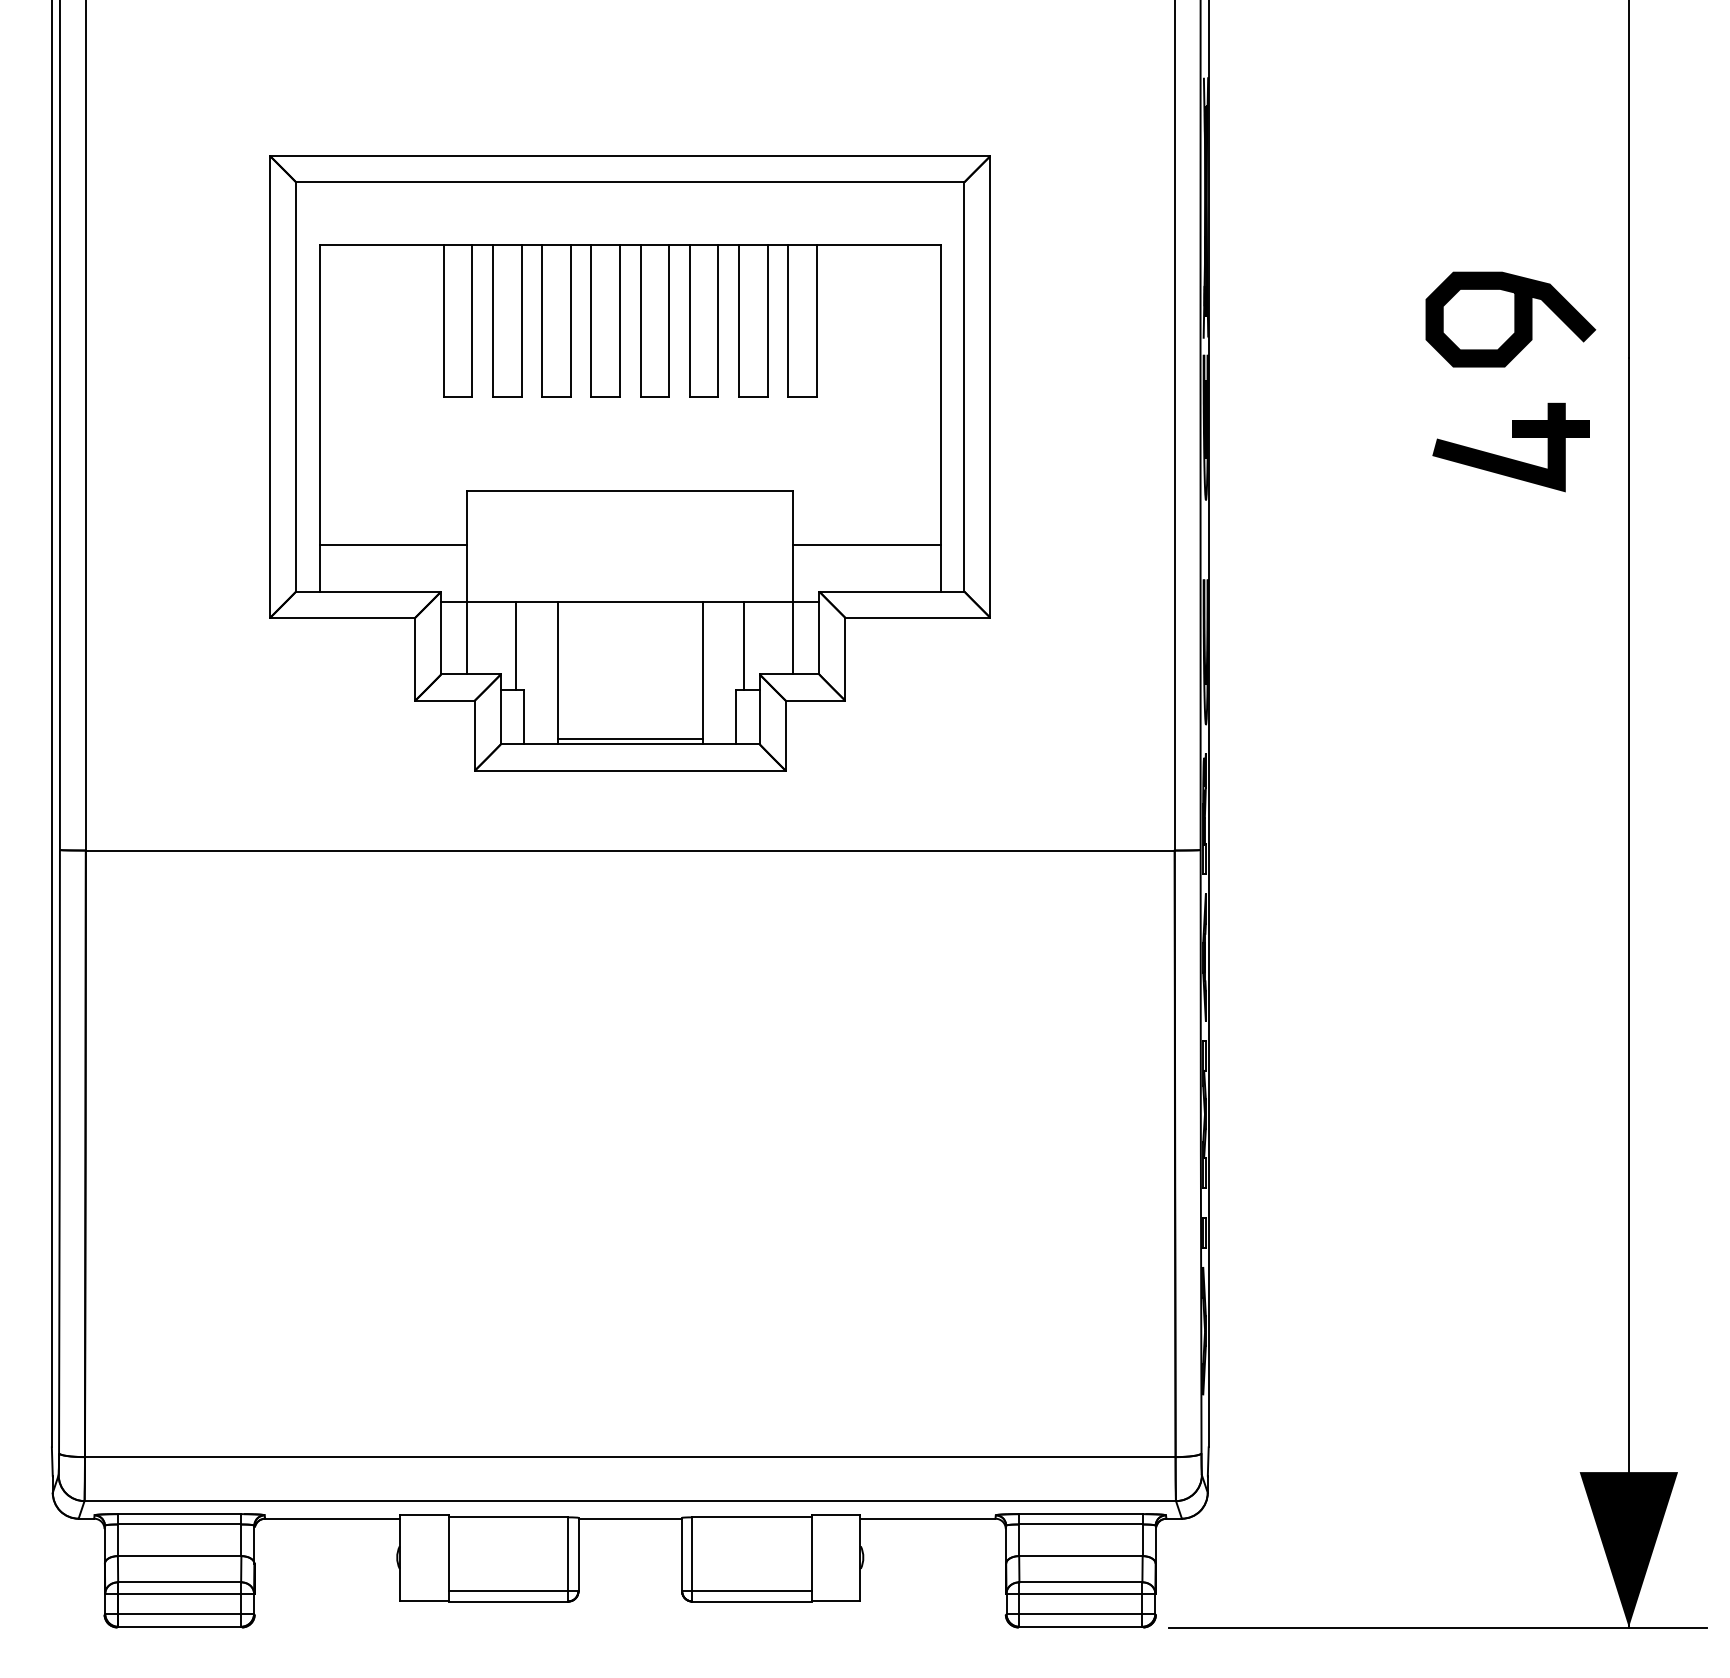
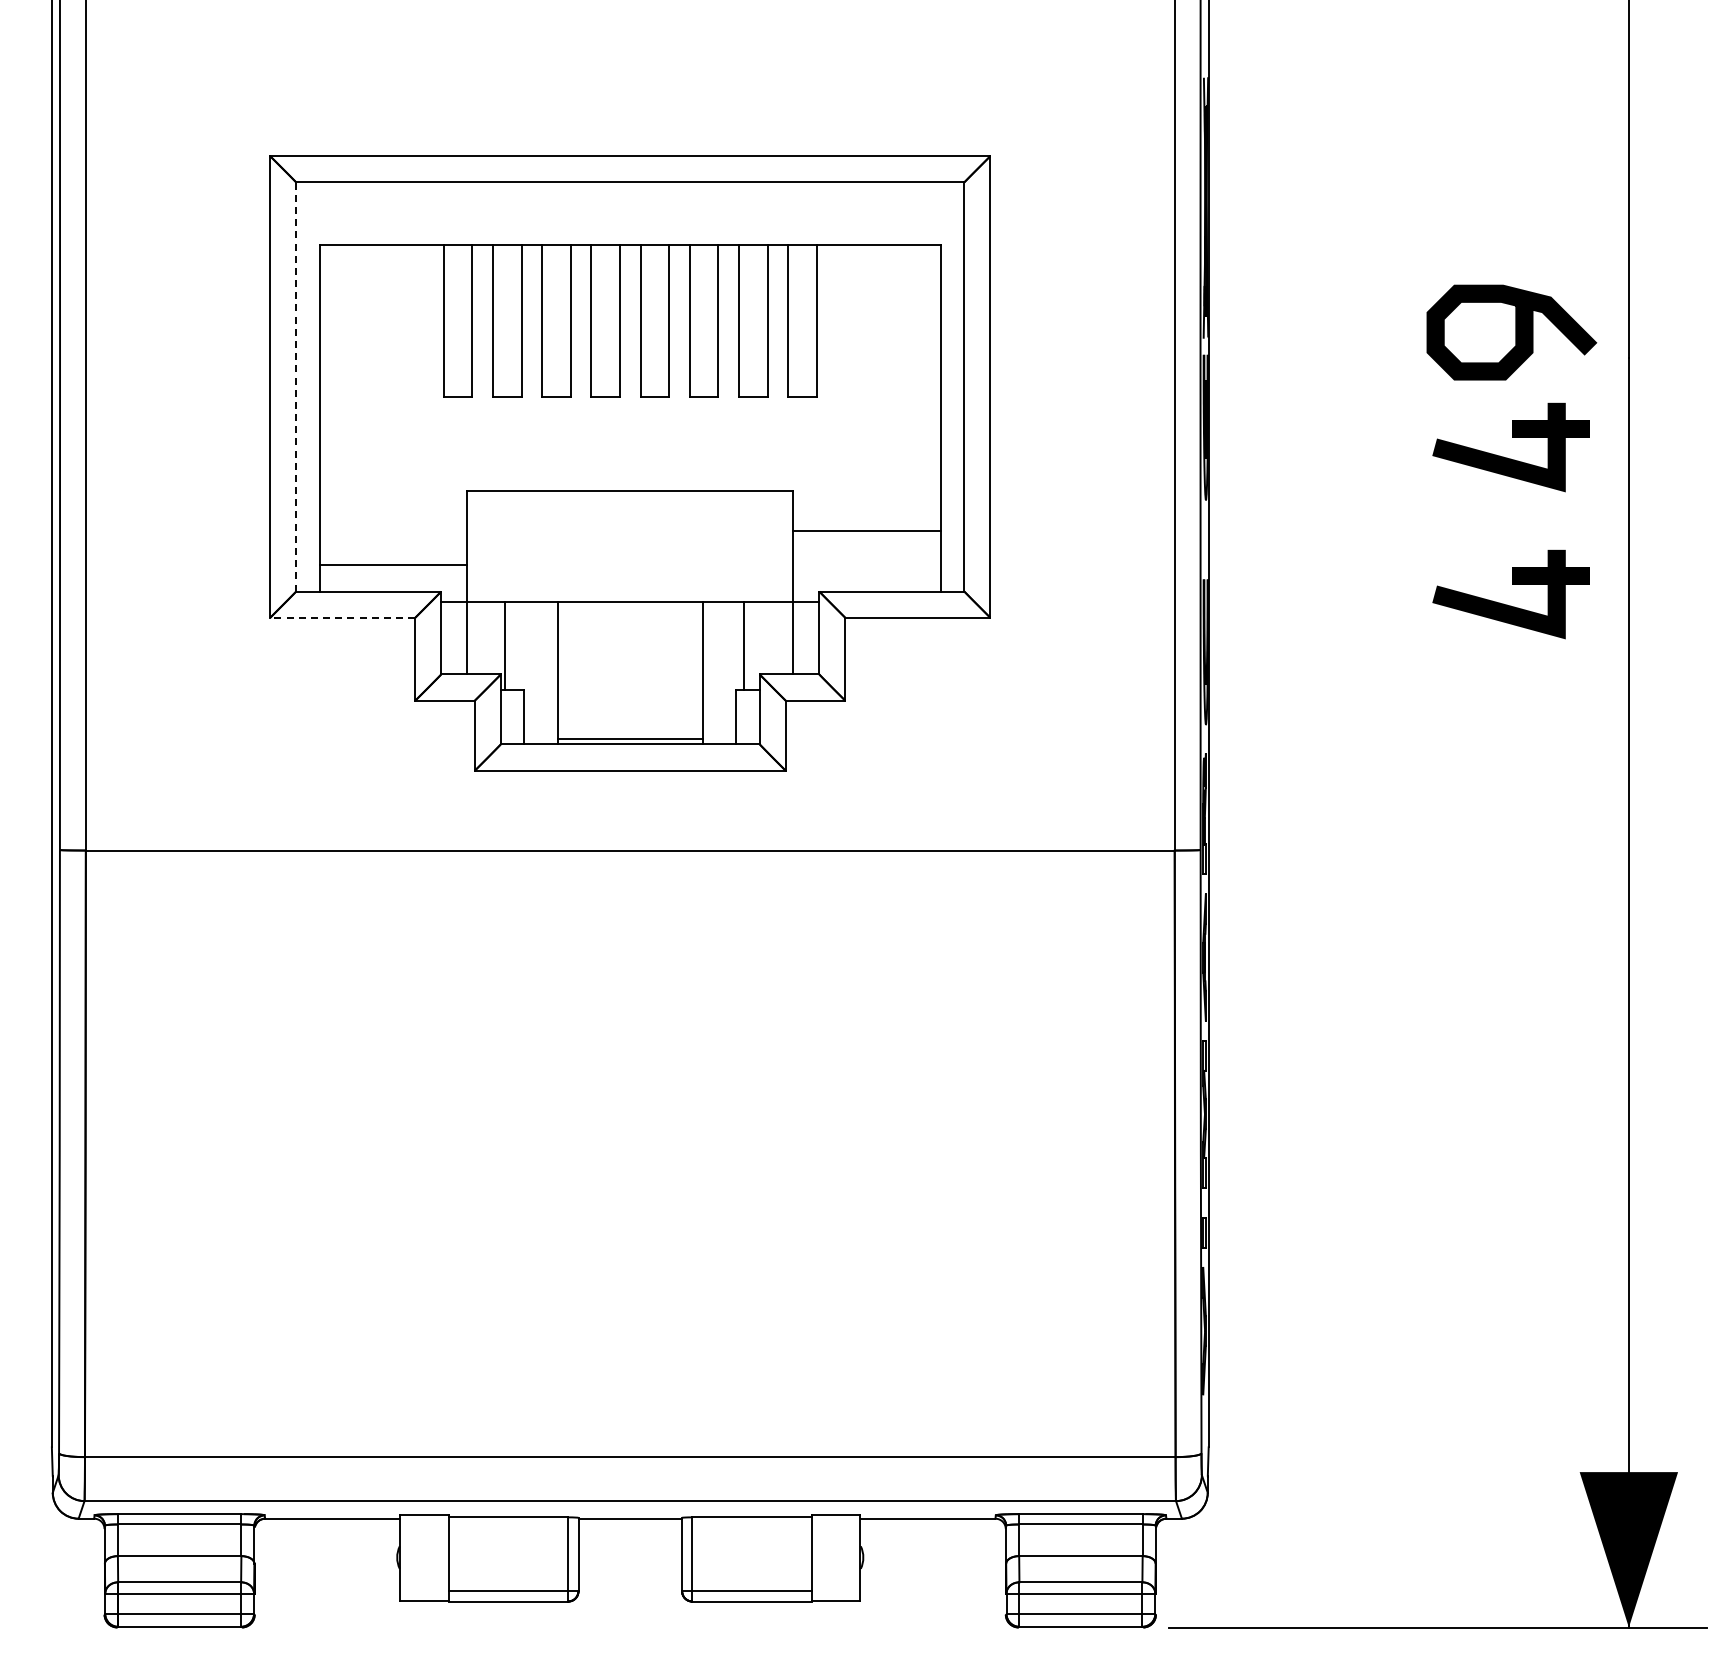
curve at (1514, 319) position: (1514, 319) -> (1515, 332)
line at (296, 386): solid -> dashed
line at (393, 544) position: (393, 544) -> (393, 564)
line at (867, 544) position: (867, 544) -> (867, 530)
part at (1512, 584): none -> present
line at (342, 617): solid -> dashed
line at (516, 645) position: (516, 645) -> (505, 645)
